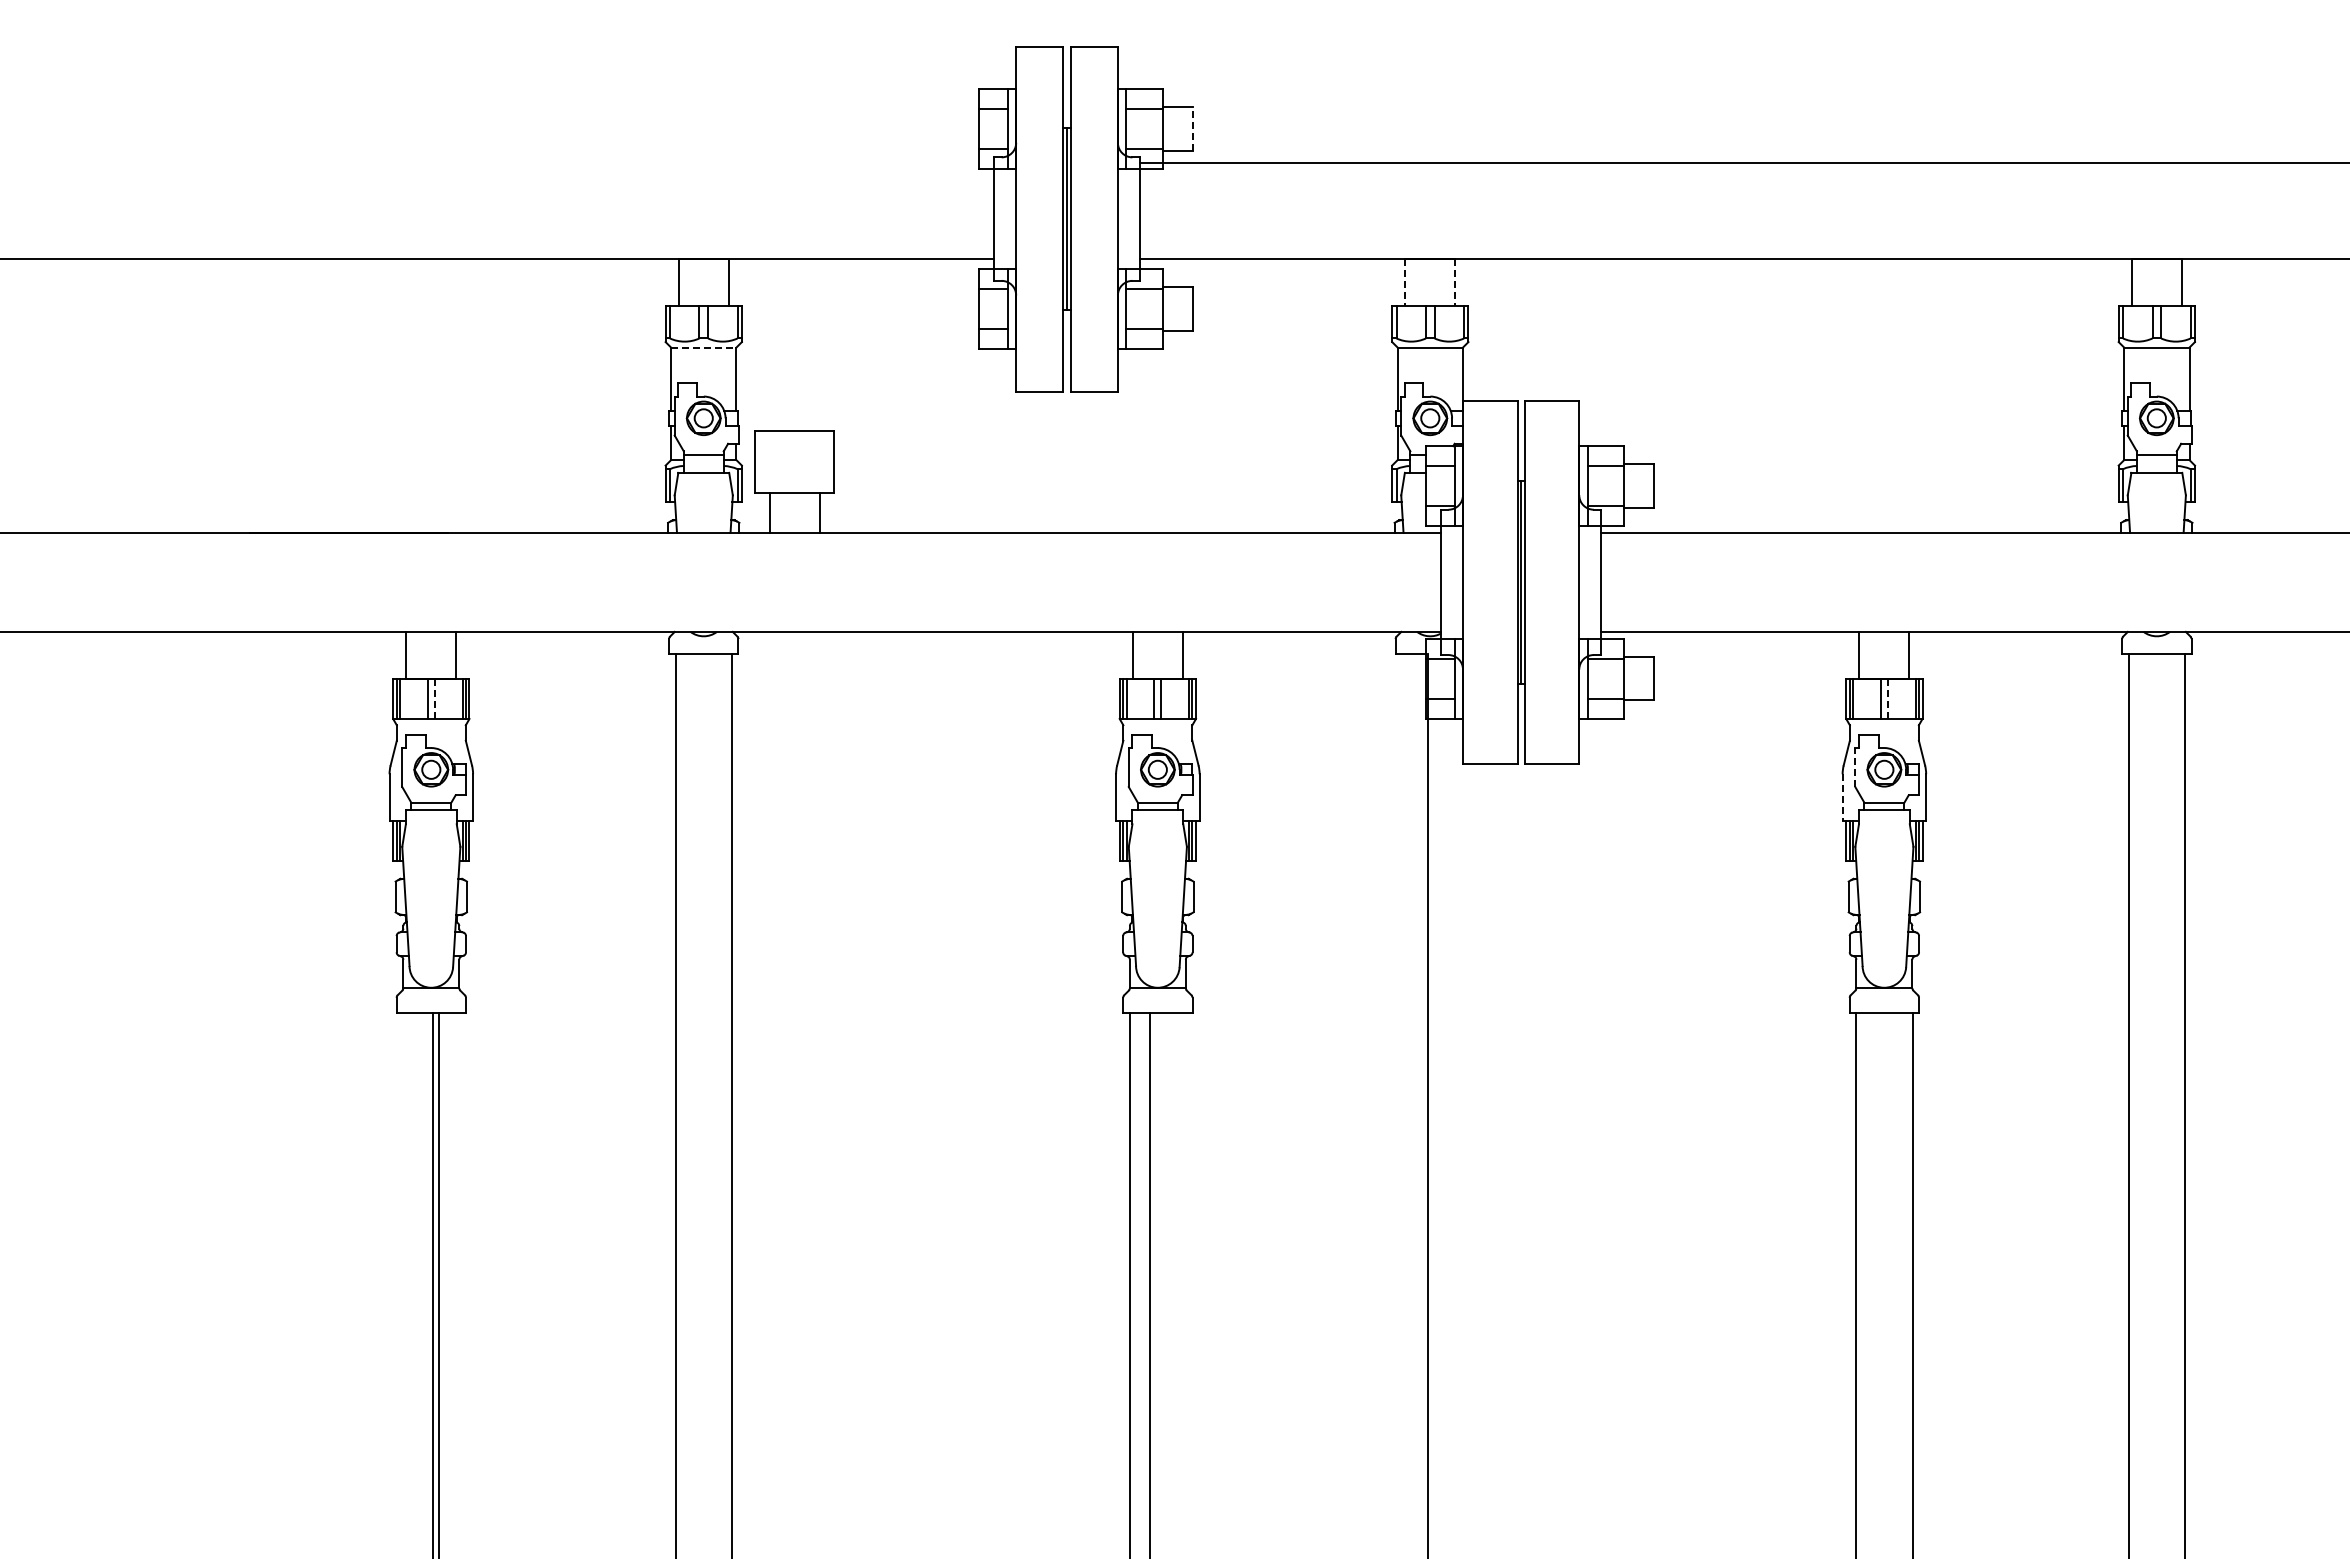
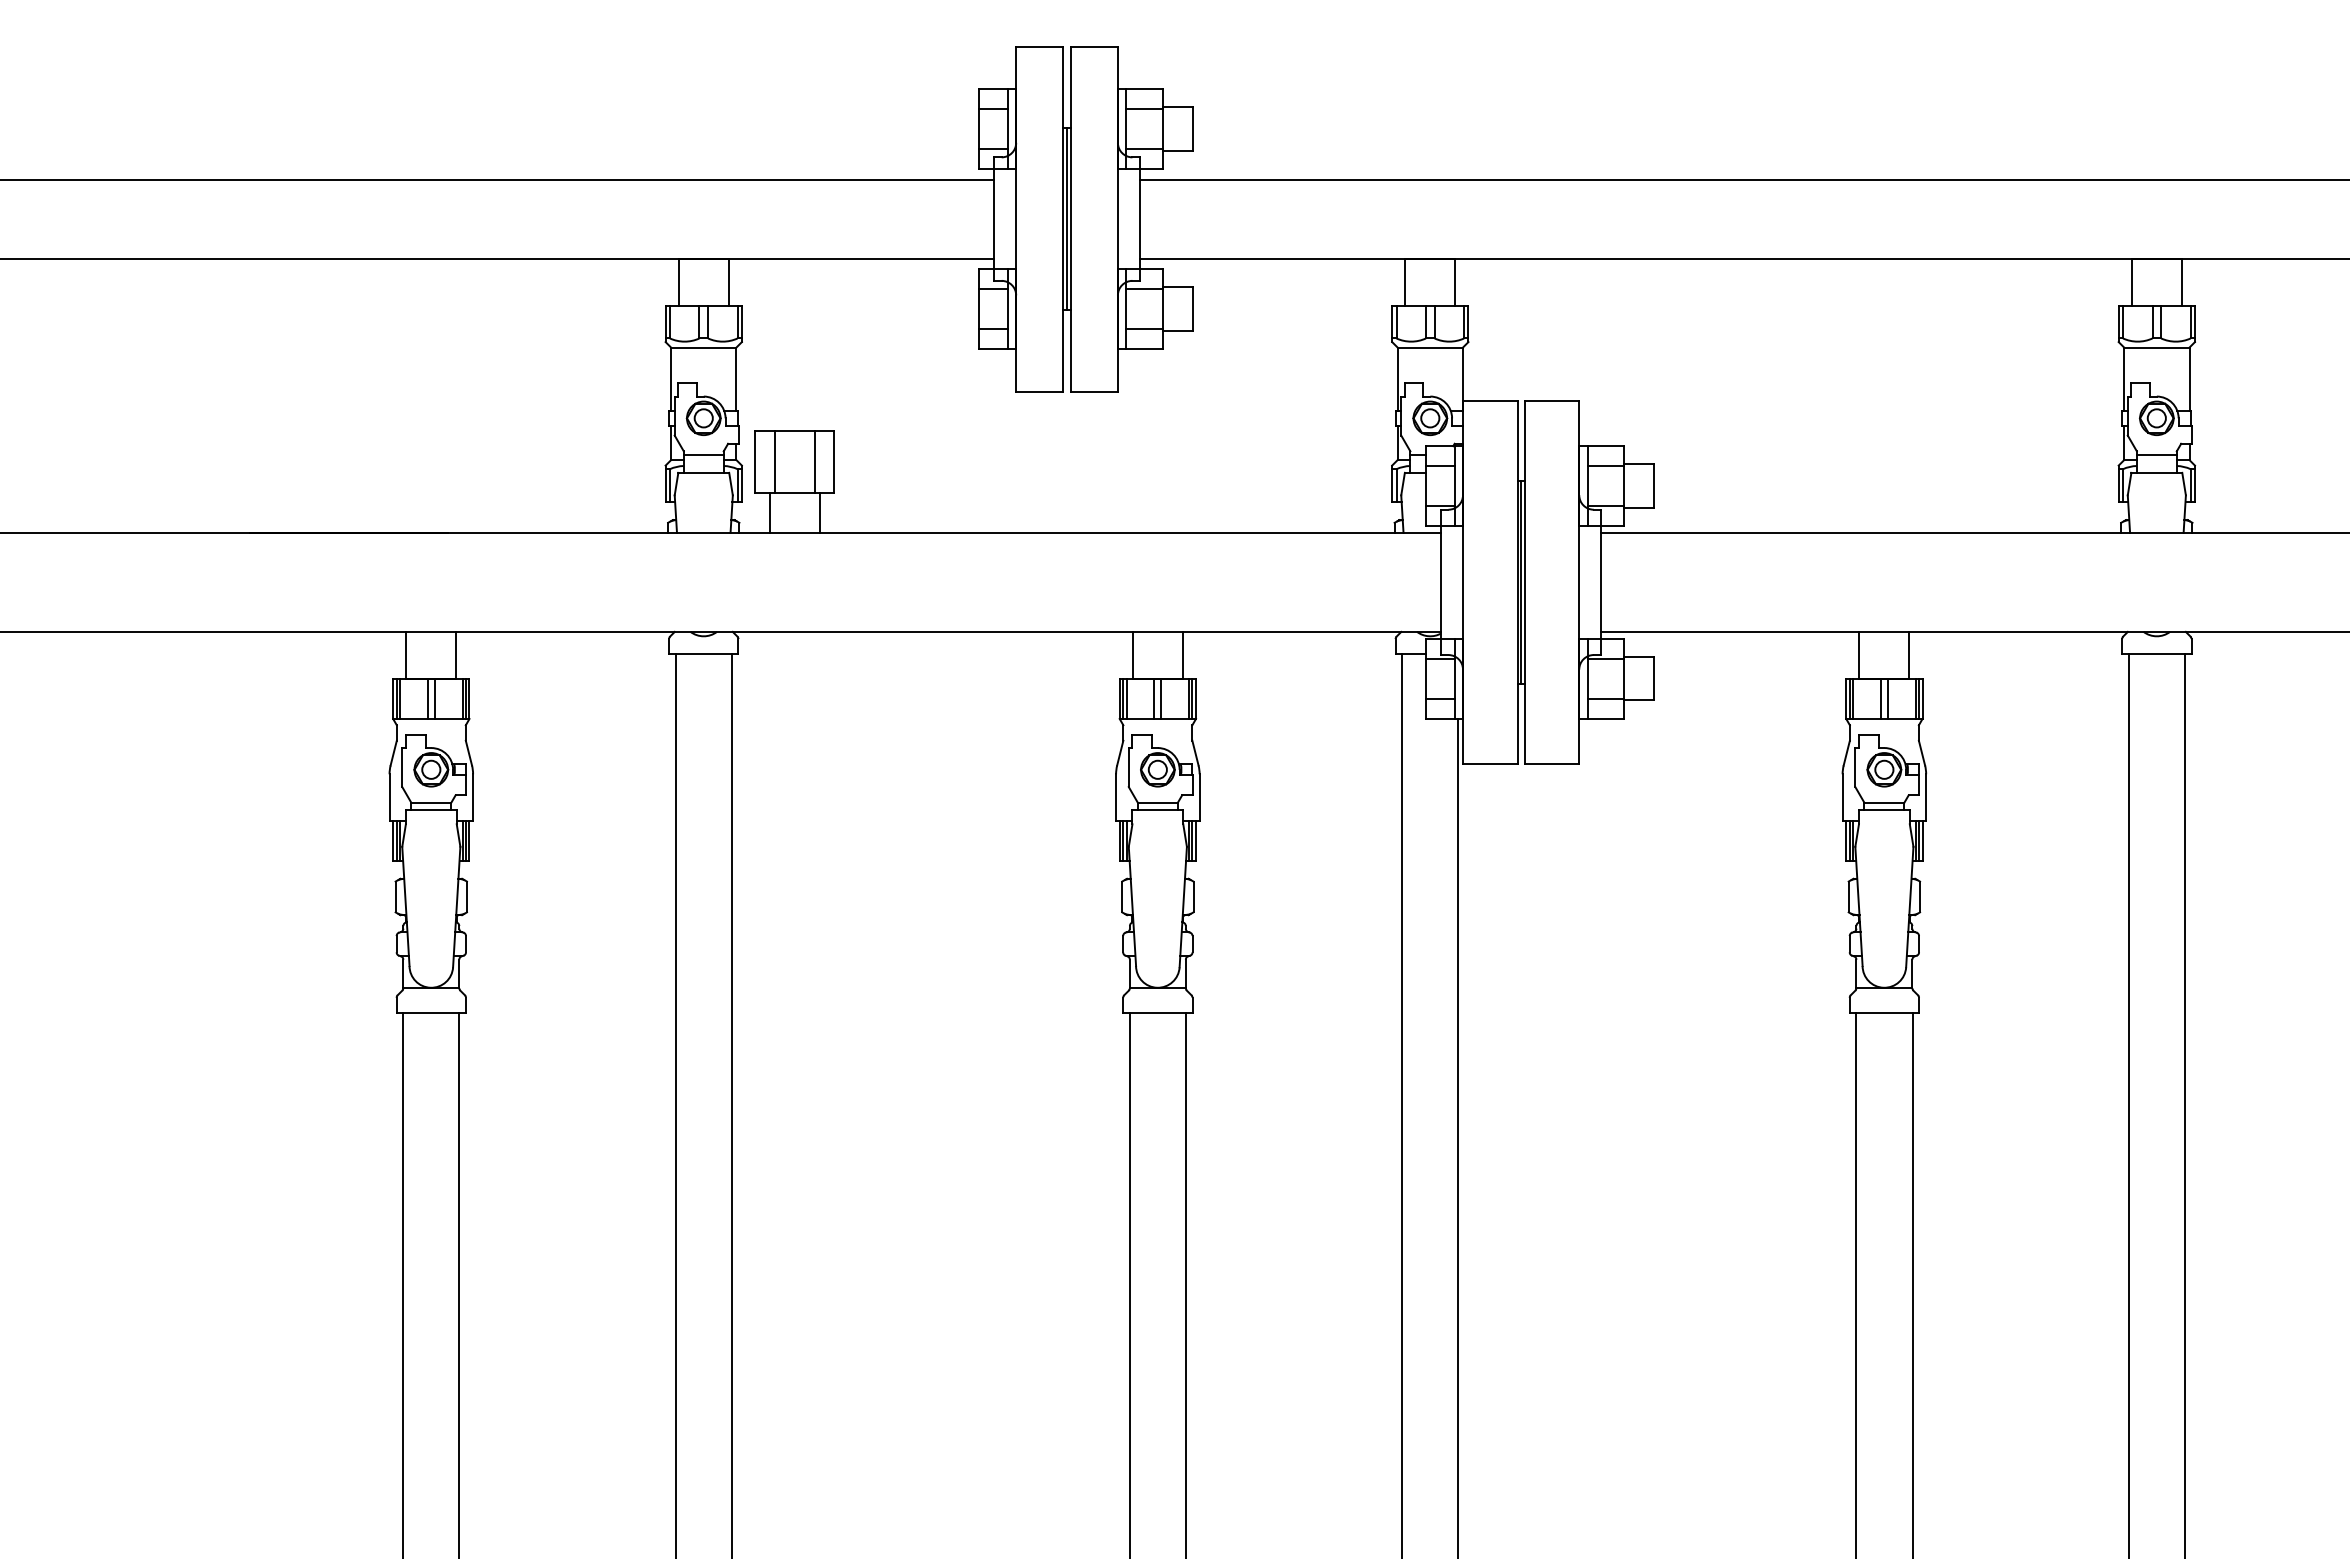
line at (1193, 129): dashed -> solid
line at (1742, 162) position: (1742, 162) -> (1742, 179)
line at (498, 179): none -> present
line at (1405, 282): dashed -> solid
line at (1455, 282): dashed -> solid
line at (703, 347): dashed -> solid
line at (774, 462): none -> present
line at (814, 462): none -> present
line at (434, 699): dashed -> solid
line at (1887, 699): dashed -> solid
line at (1855, 767): dashed -> solid
line at (1842, 797): dashed -> solid
line at (1428, 1104) position: (1428, 1104) -> (1402, 1104)
line at (1458, 1136): none -> present
line at (433, 1284) position: (433, 1284) -> (459, 1284)
line at (439, 1284) position: (439, 1284) -> (403, 1284)
line at (1150, 1284) position: (1150, 1284) -> (1186, 1284)
